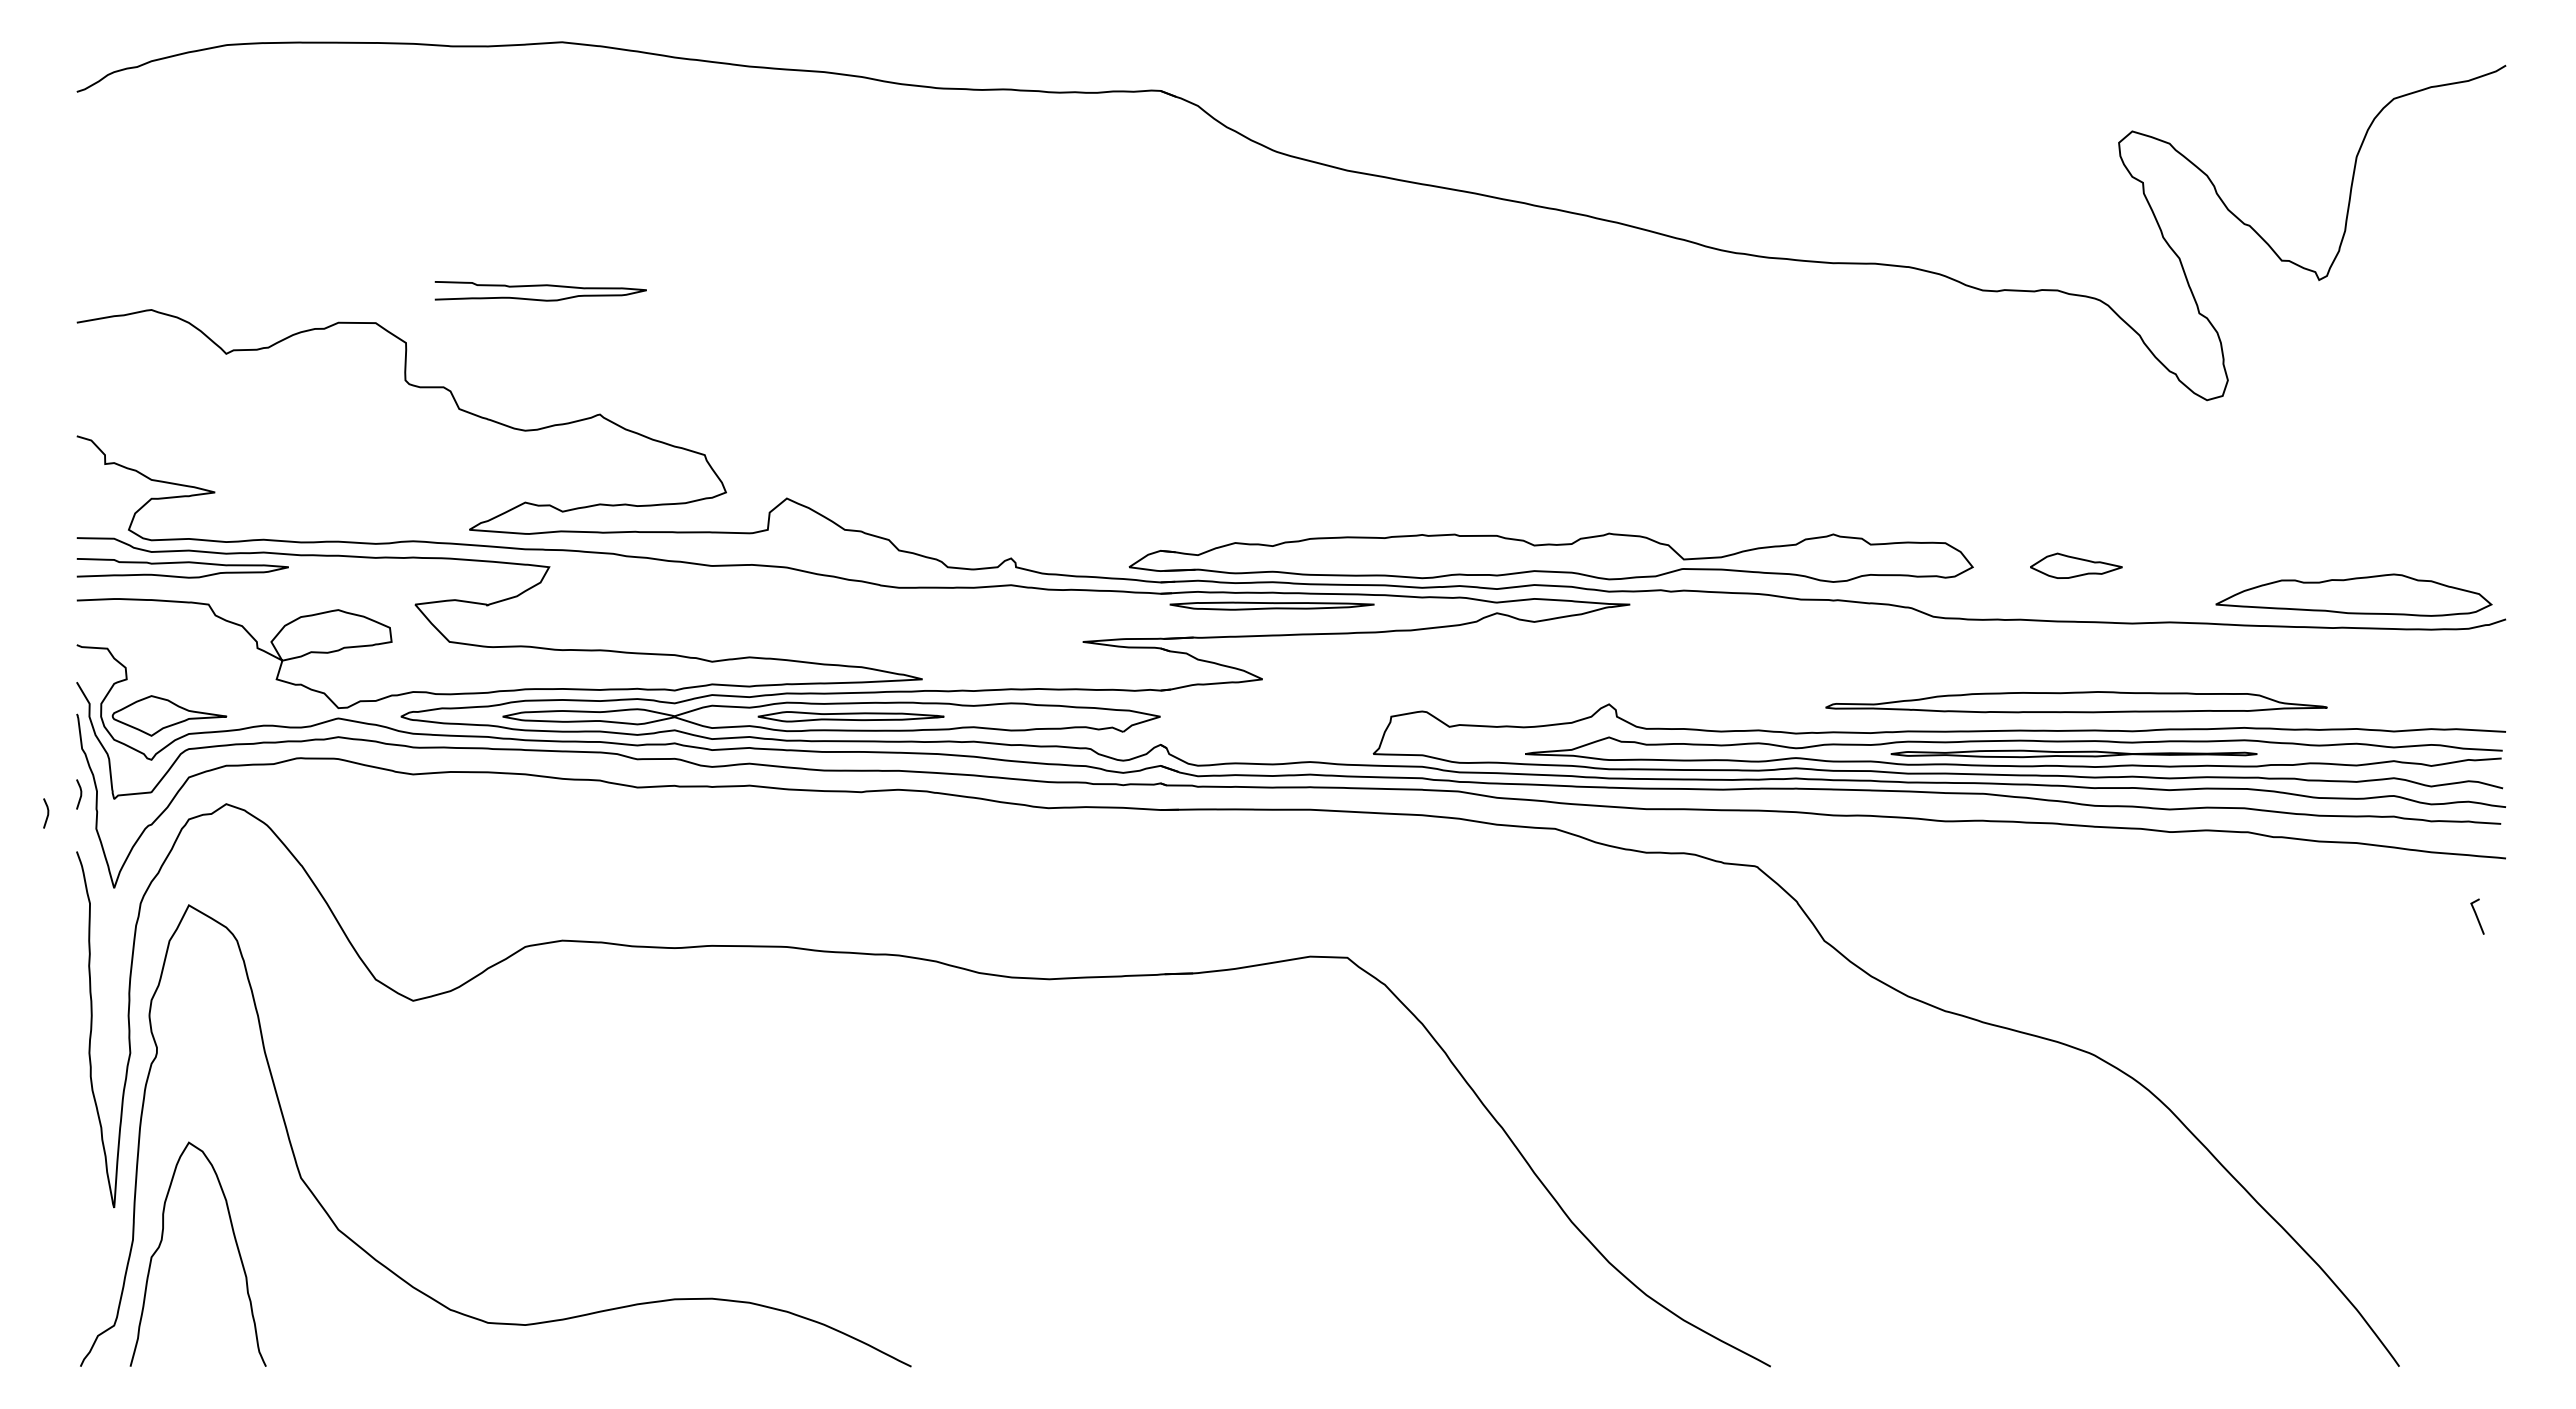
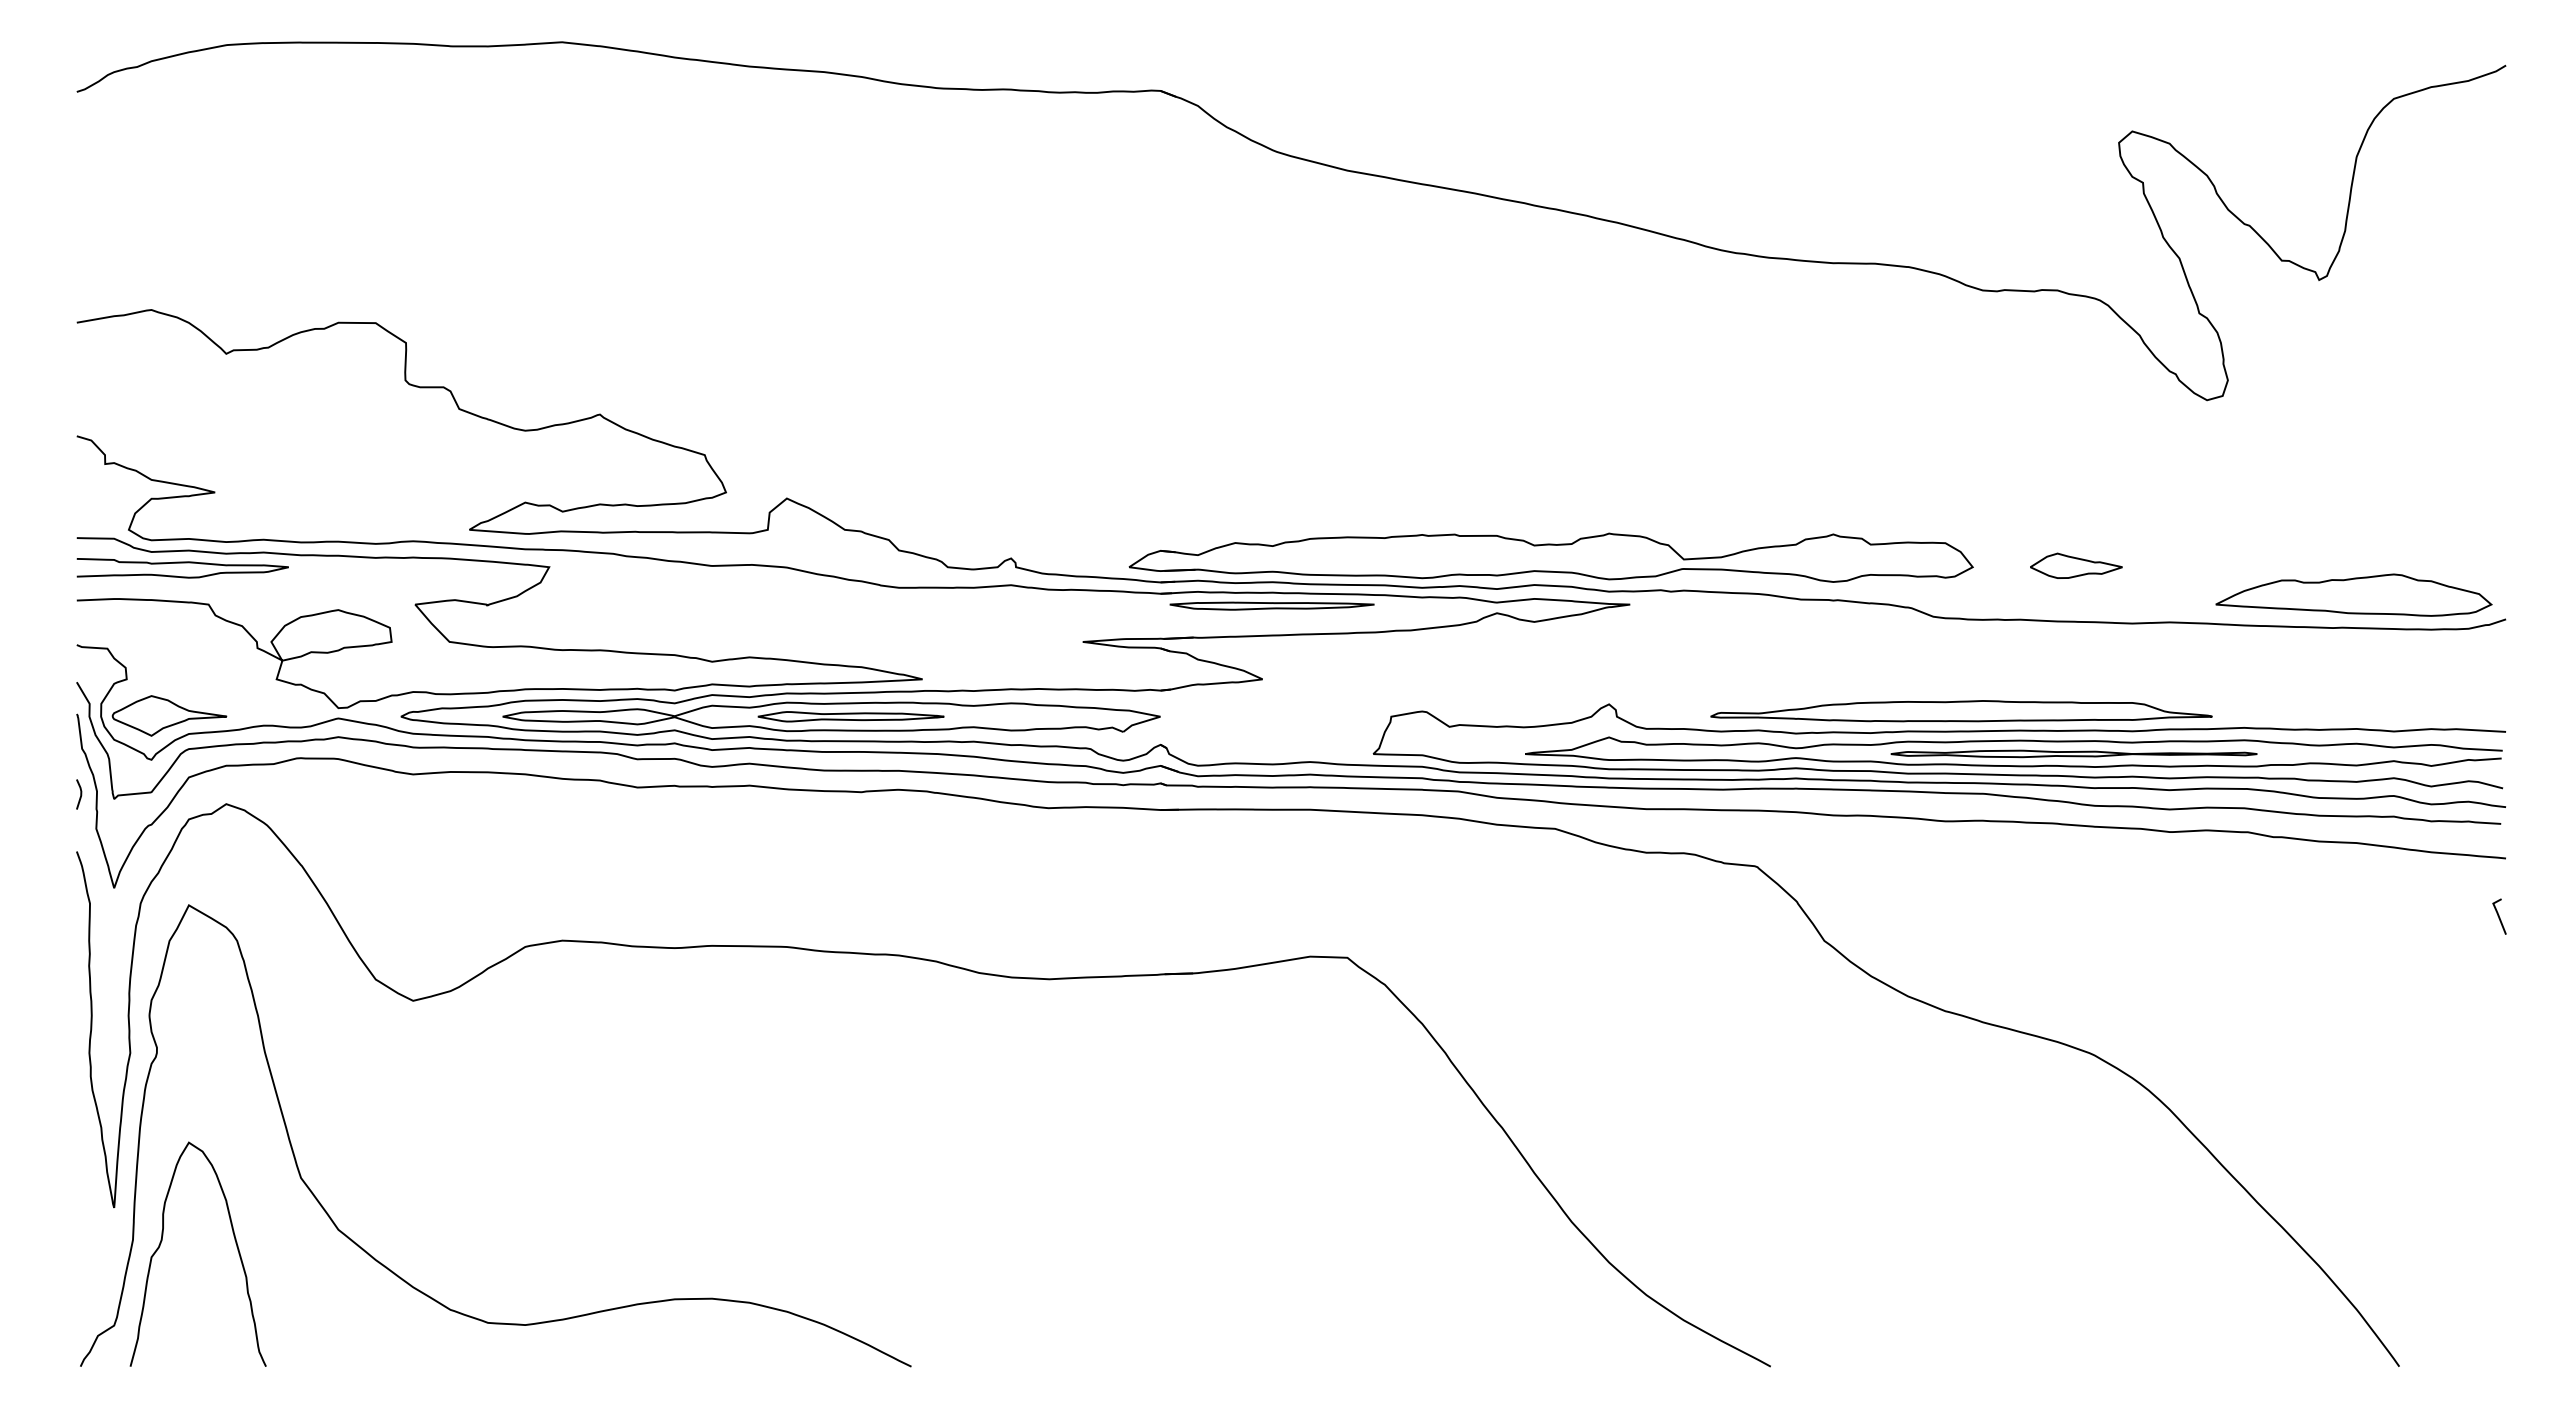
curve at (540, 286): present -> none
part at (2076, 702) position: (2076, 702) -> (1961, 711)
line at (47, 813): present -> none
line at (2477, 916) position: (2477, 916) -> (2499, 916)
